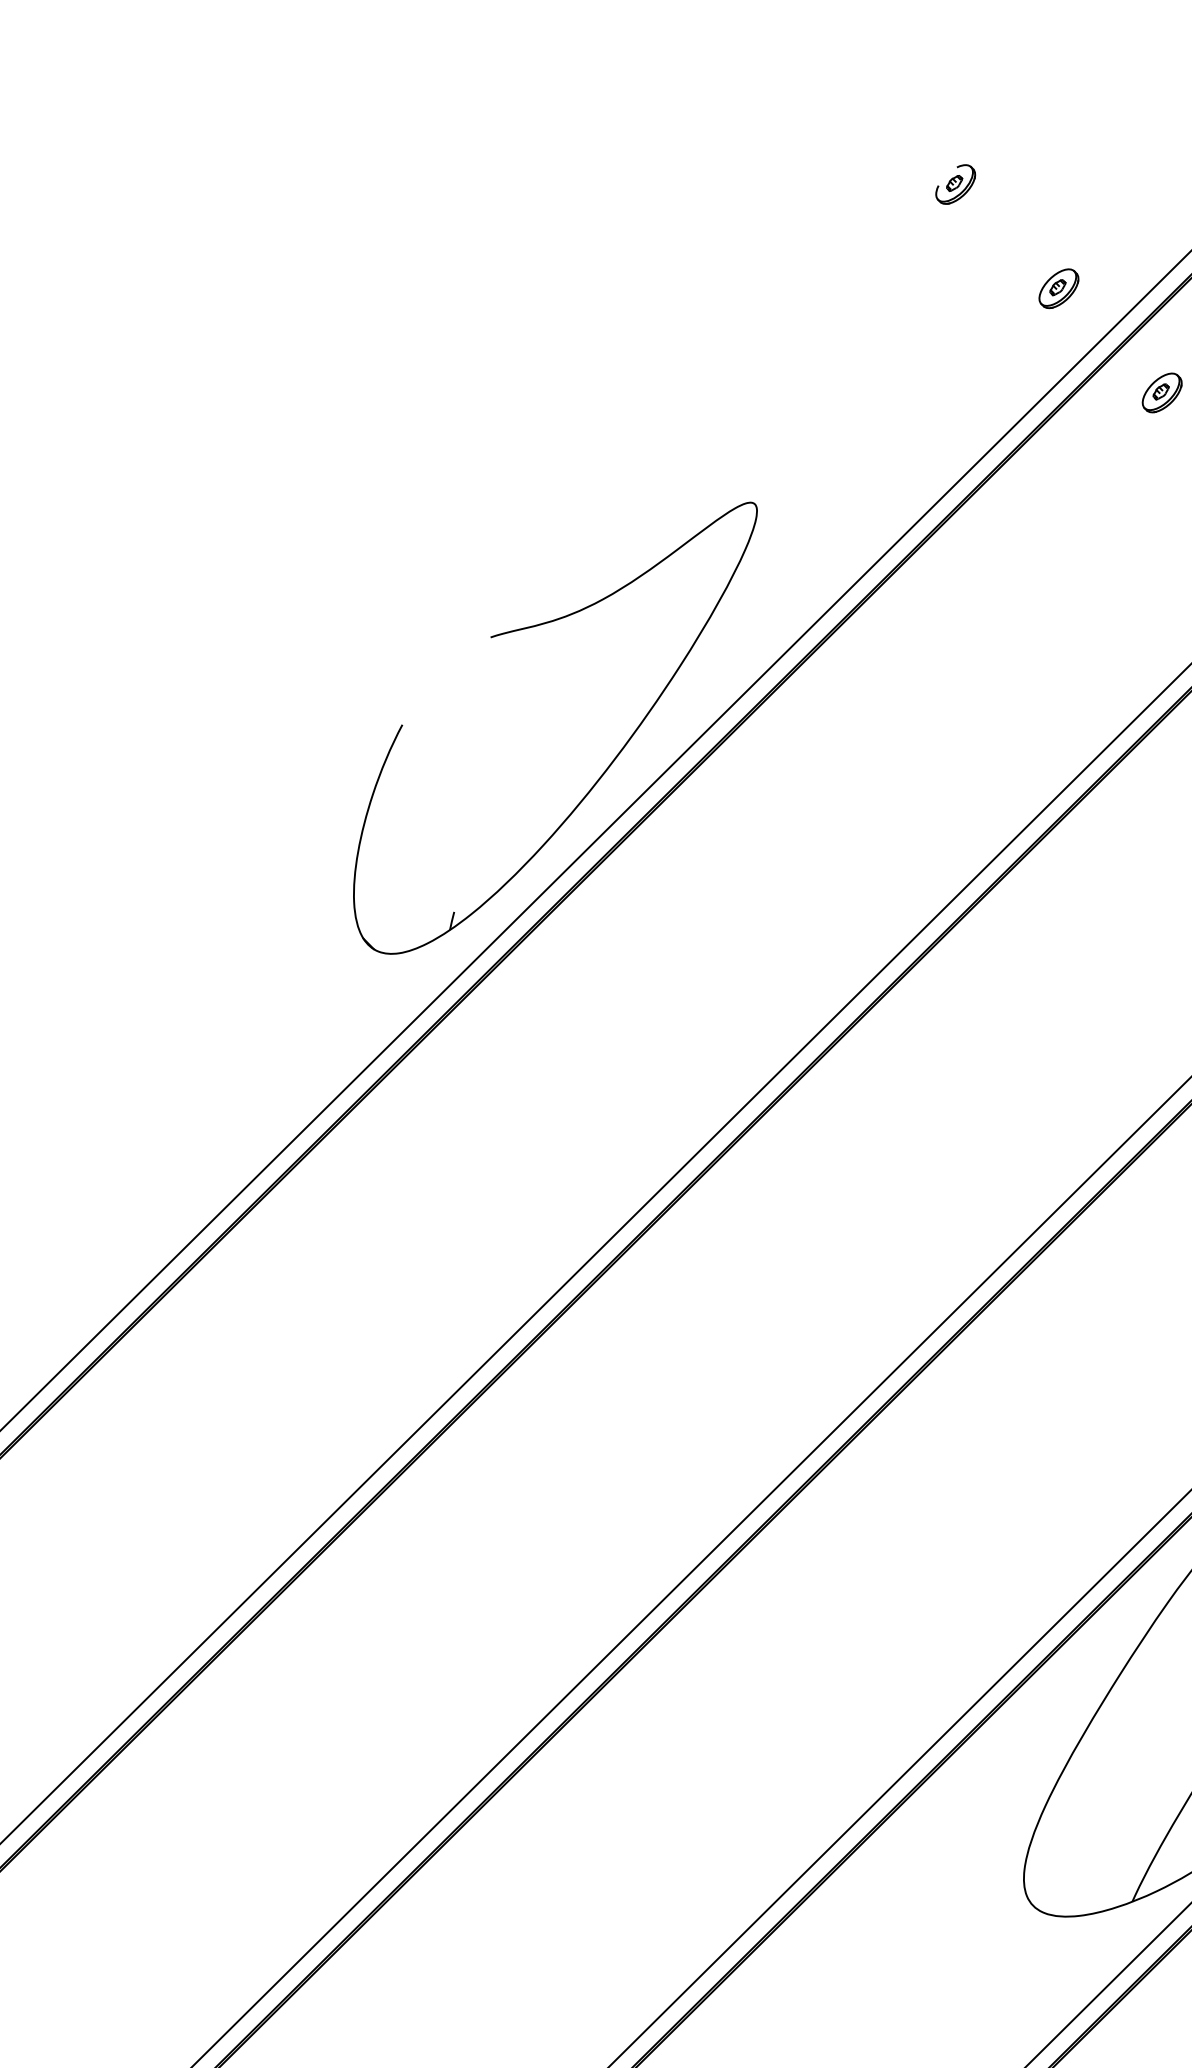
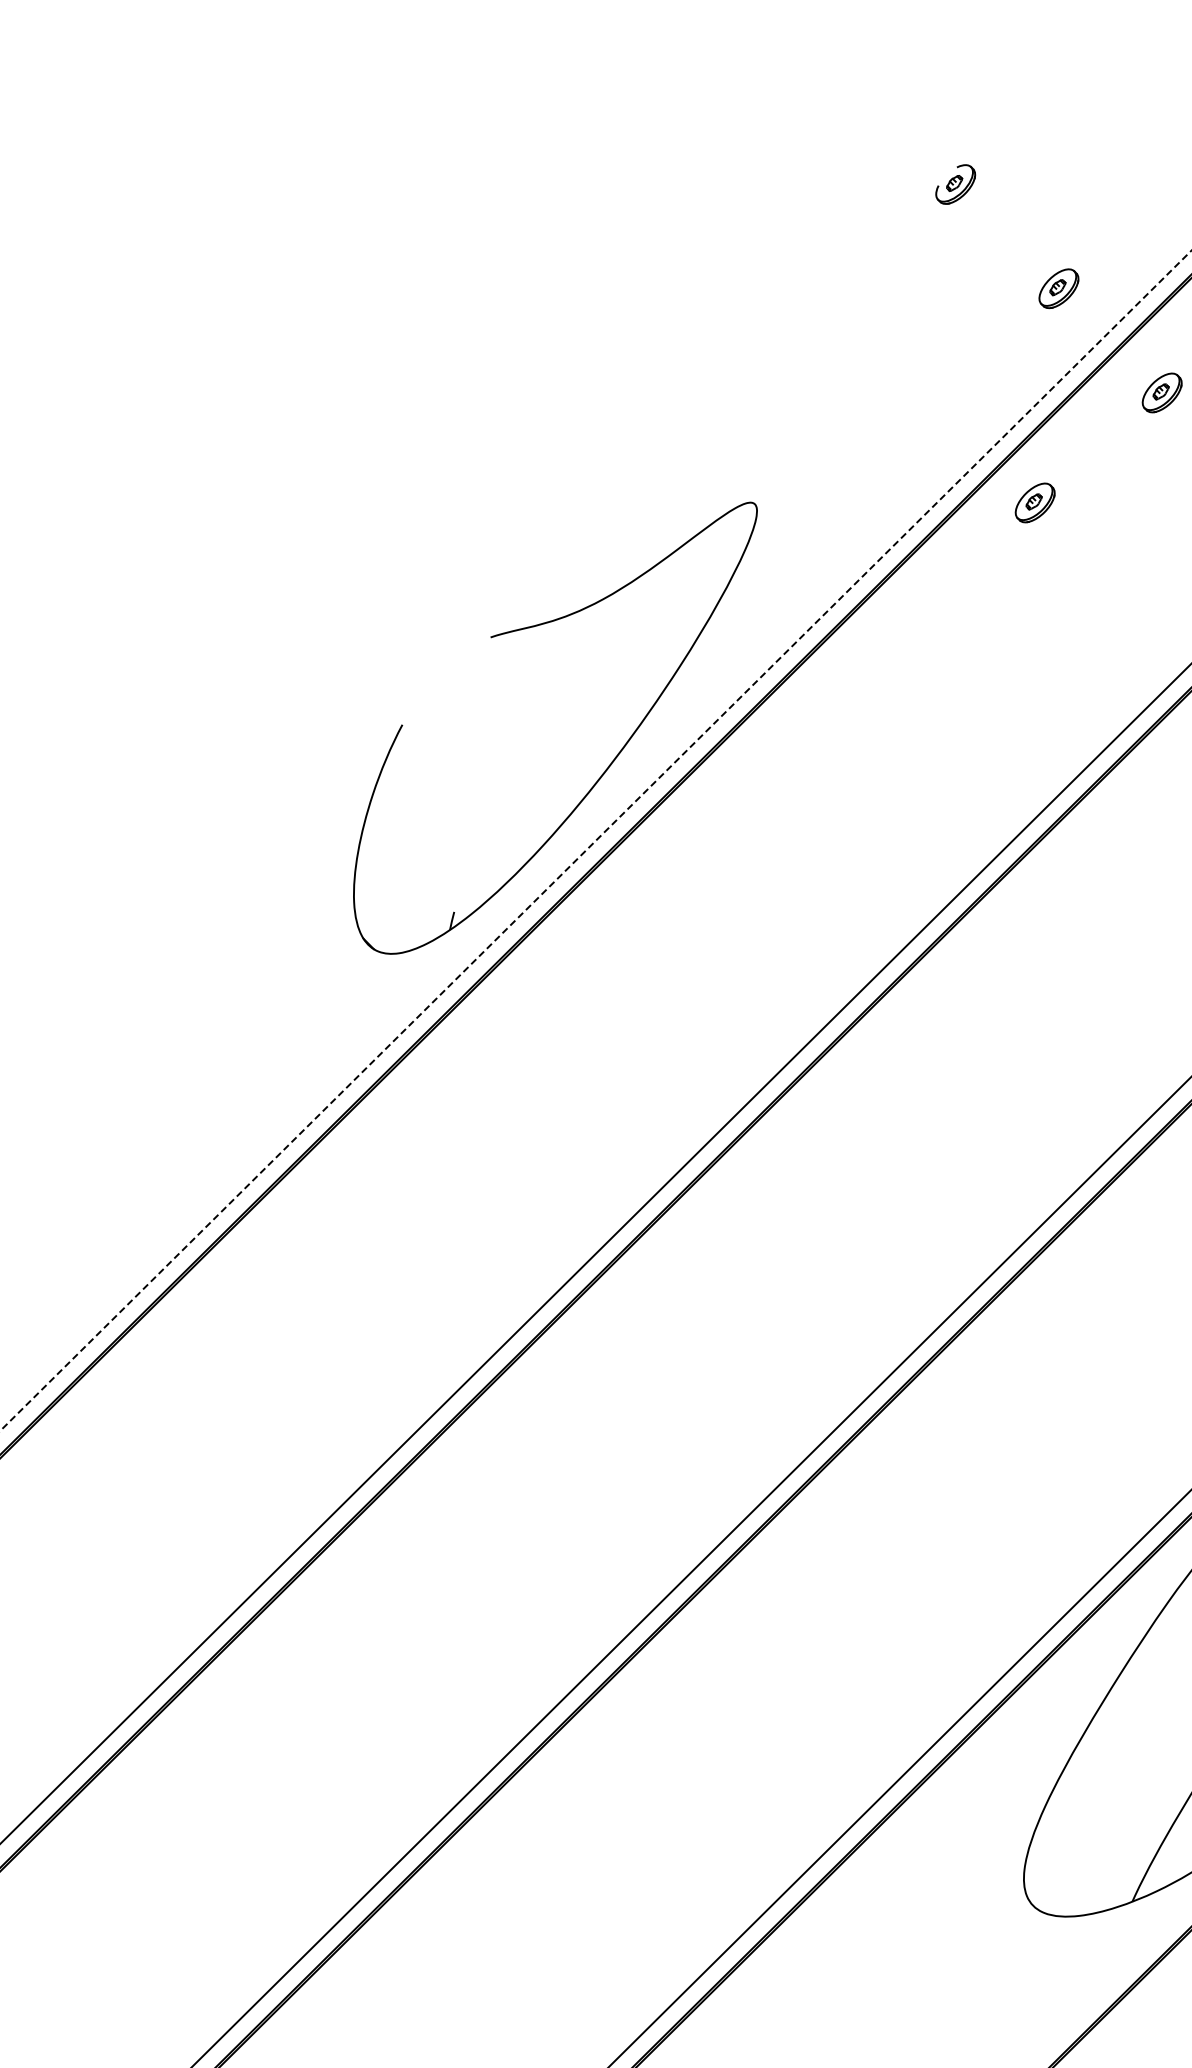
part at (1034, 502): none -> present
line at (596, 840): solid -> dashed
line at (1108, 1984): present -> none
